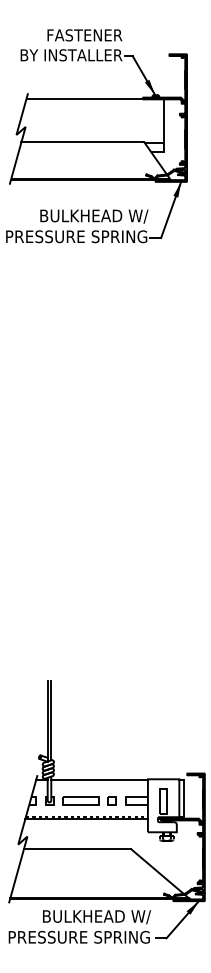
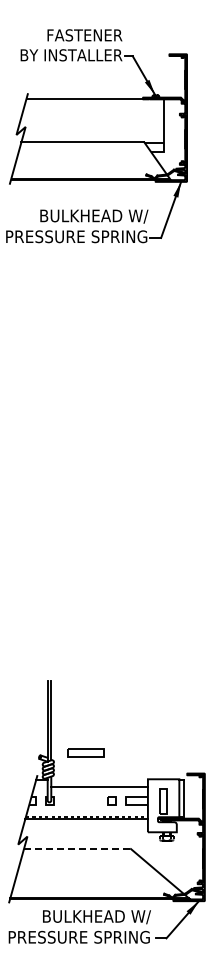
line at (99, 780) position: (99, 780) -> (99, 787)
part at (80, 800) position: (80, 800) -> (85, 752)
line at (78, 849): solid -> dashed
